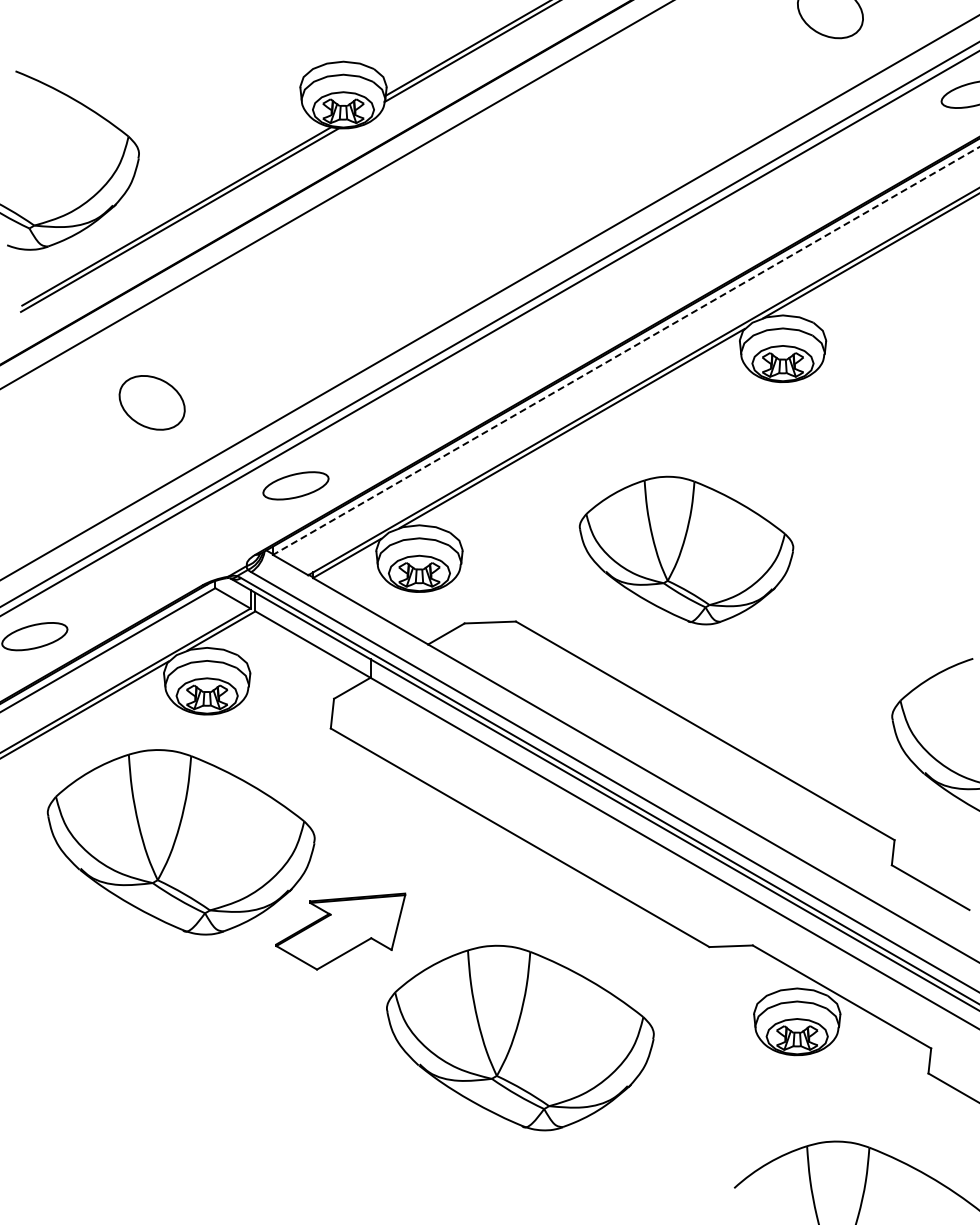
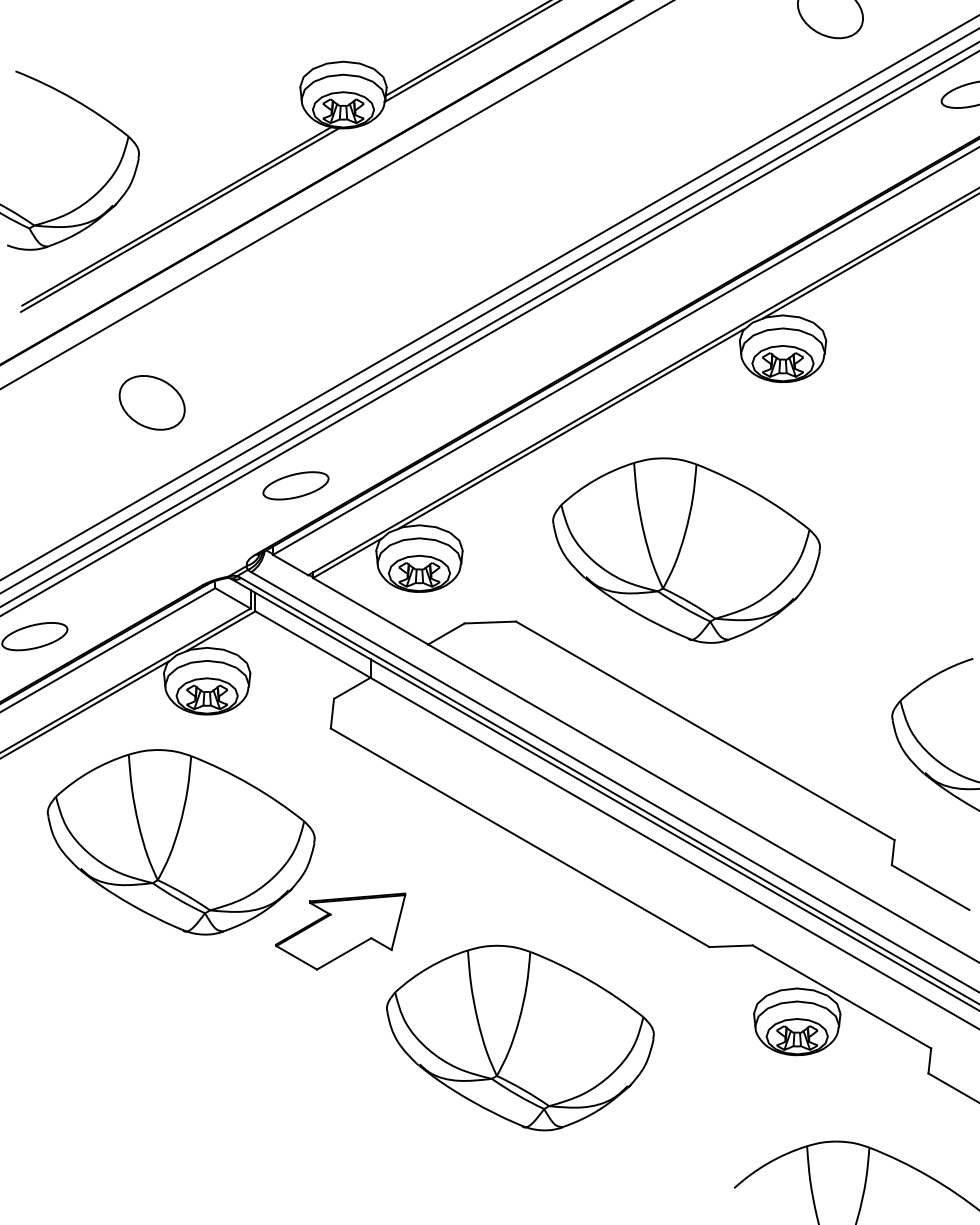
line at (489, 310): none -> present
line at (626, 351): dashed -> solid
part at (686, 550) size: 217x151 px -> 269x187 px
